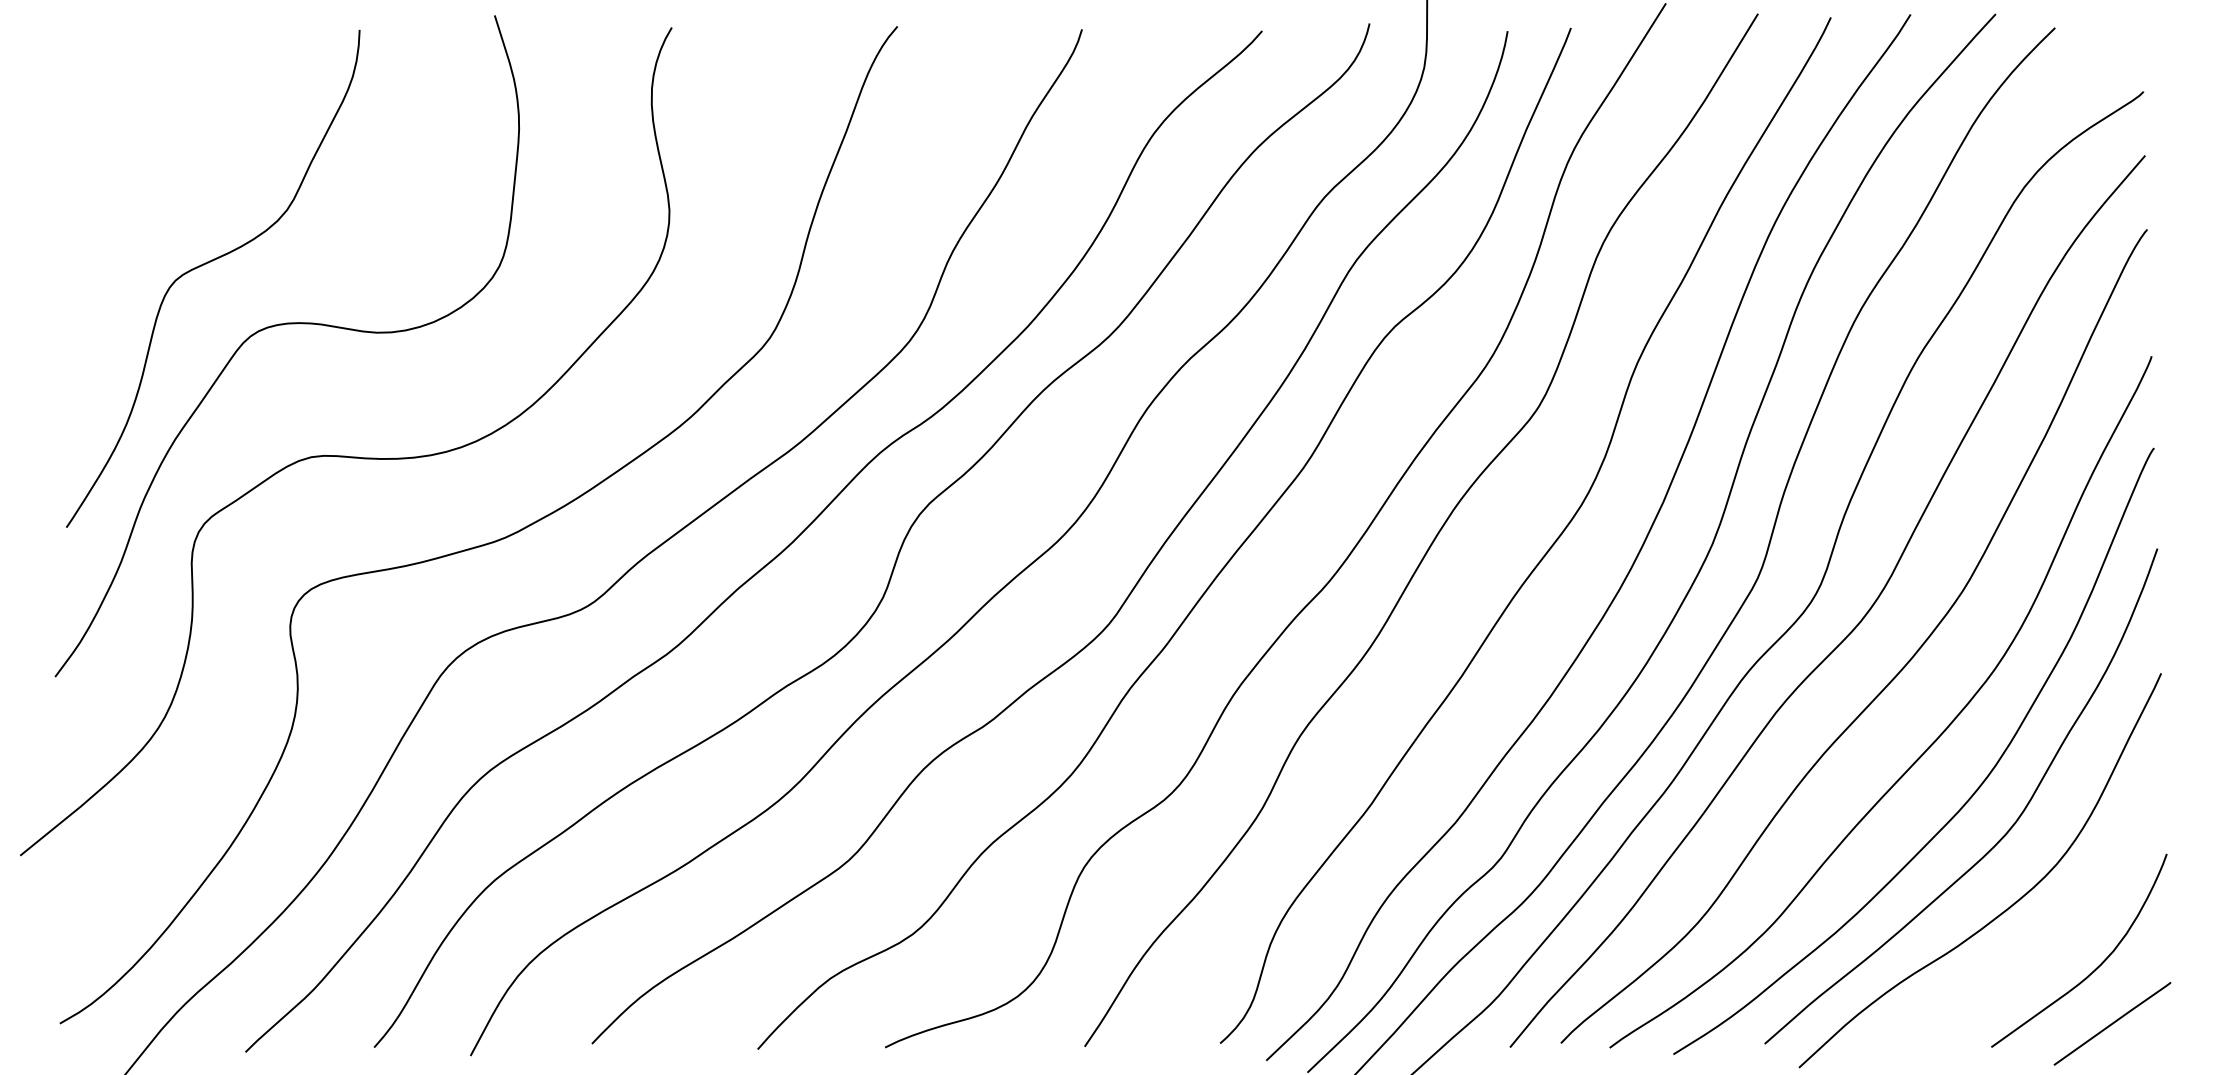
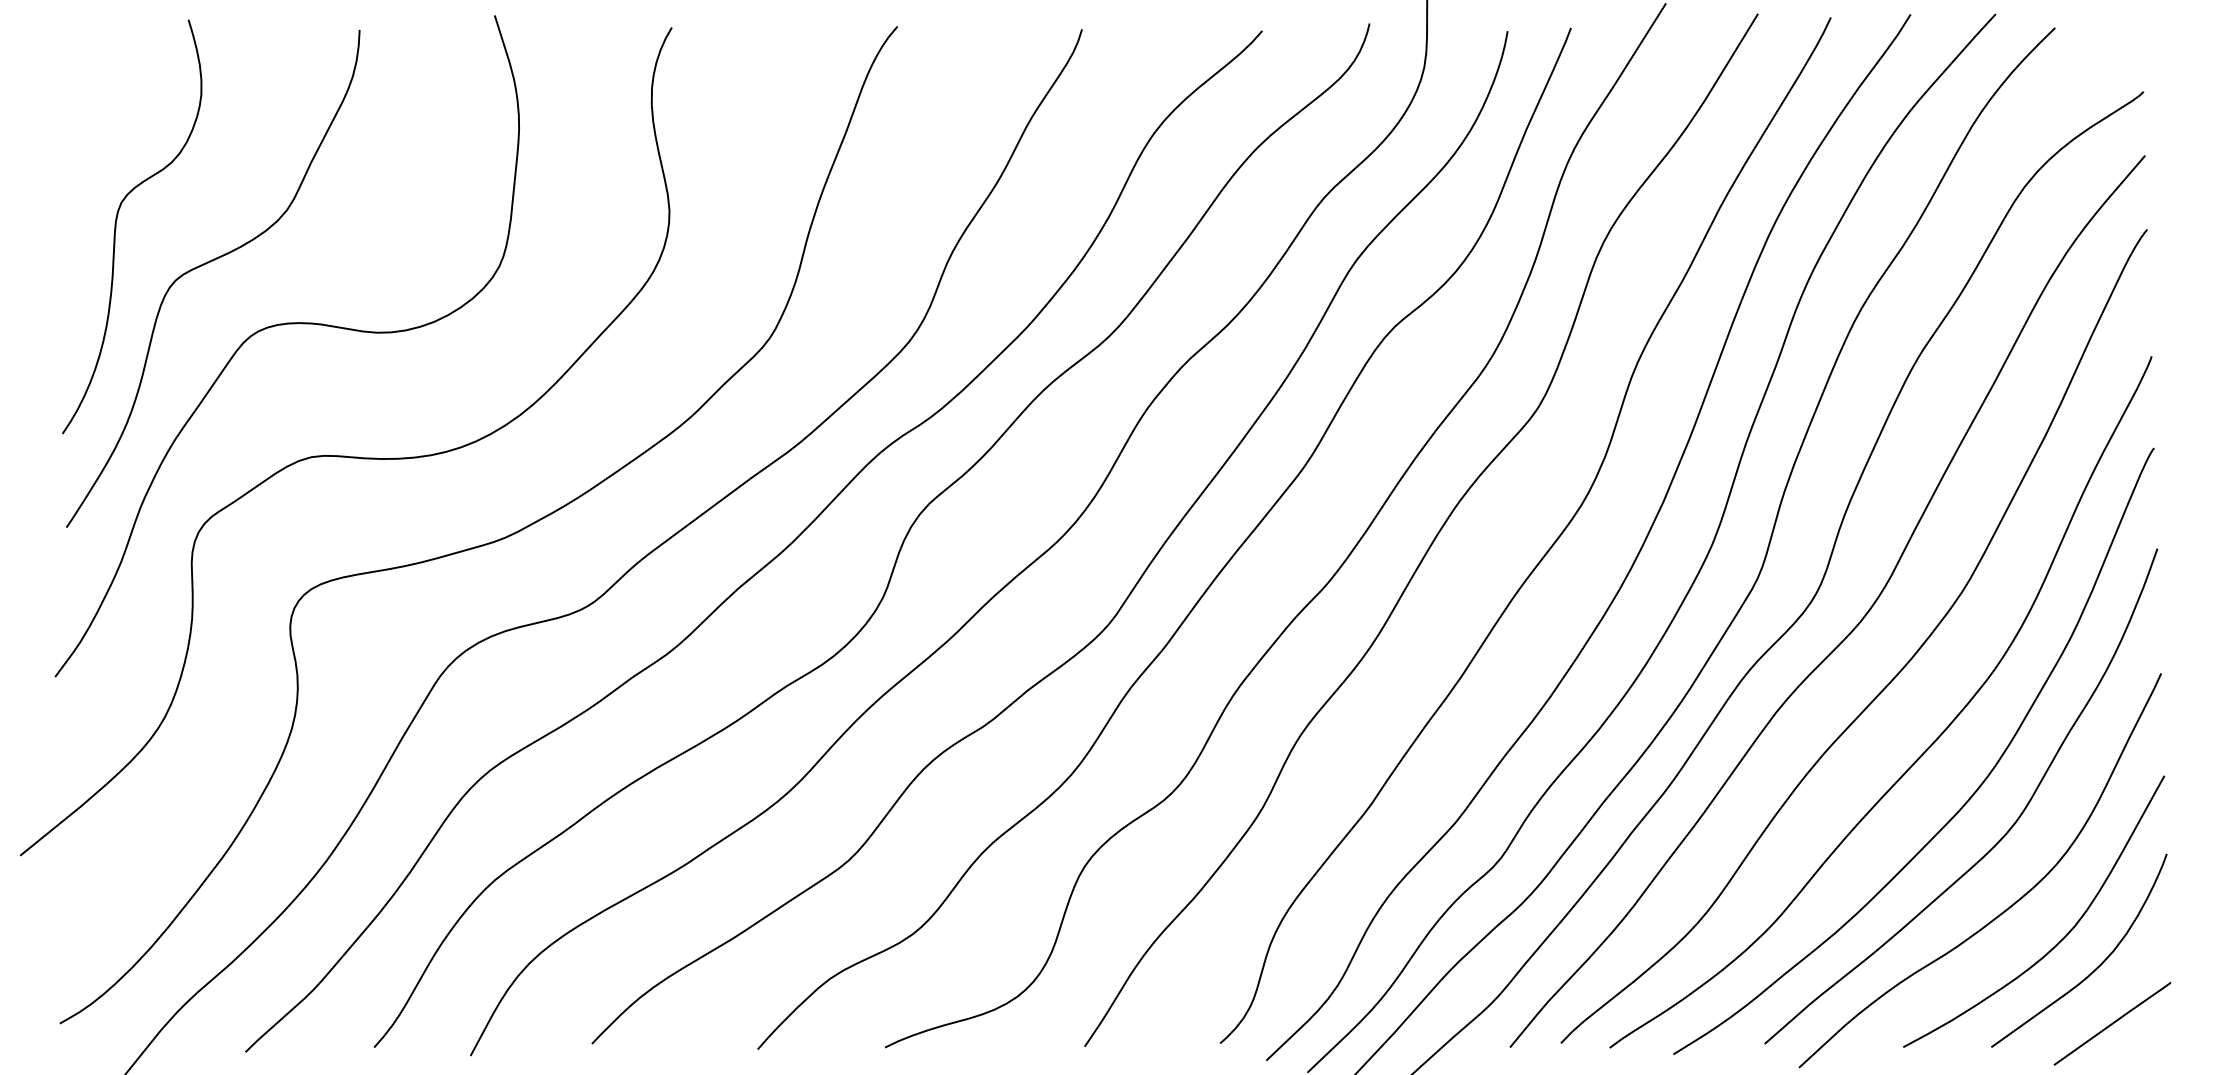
curve at (116, 226): none -> present
curve at (2066, 933): none -> present
